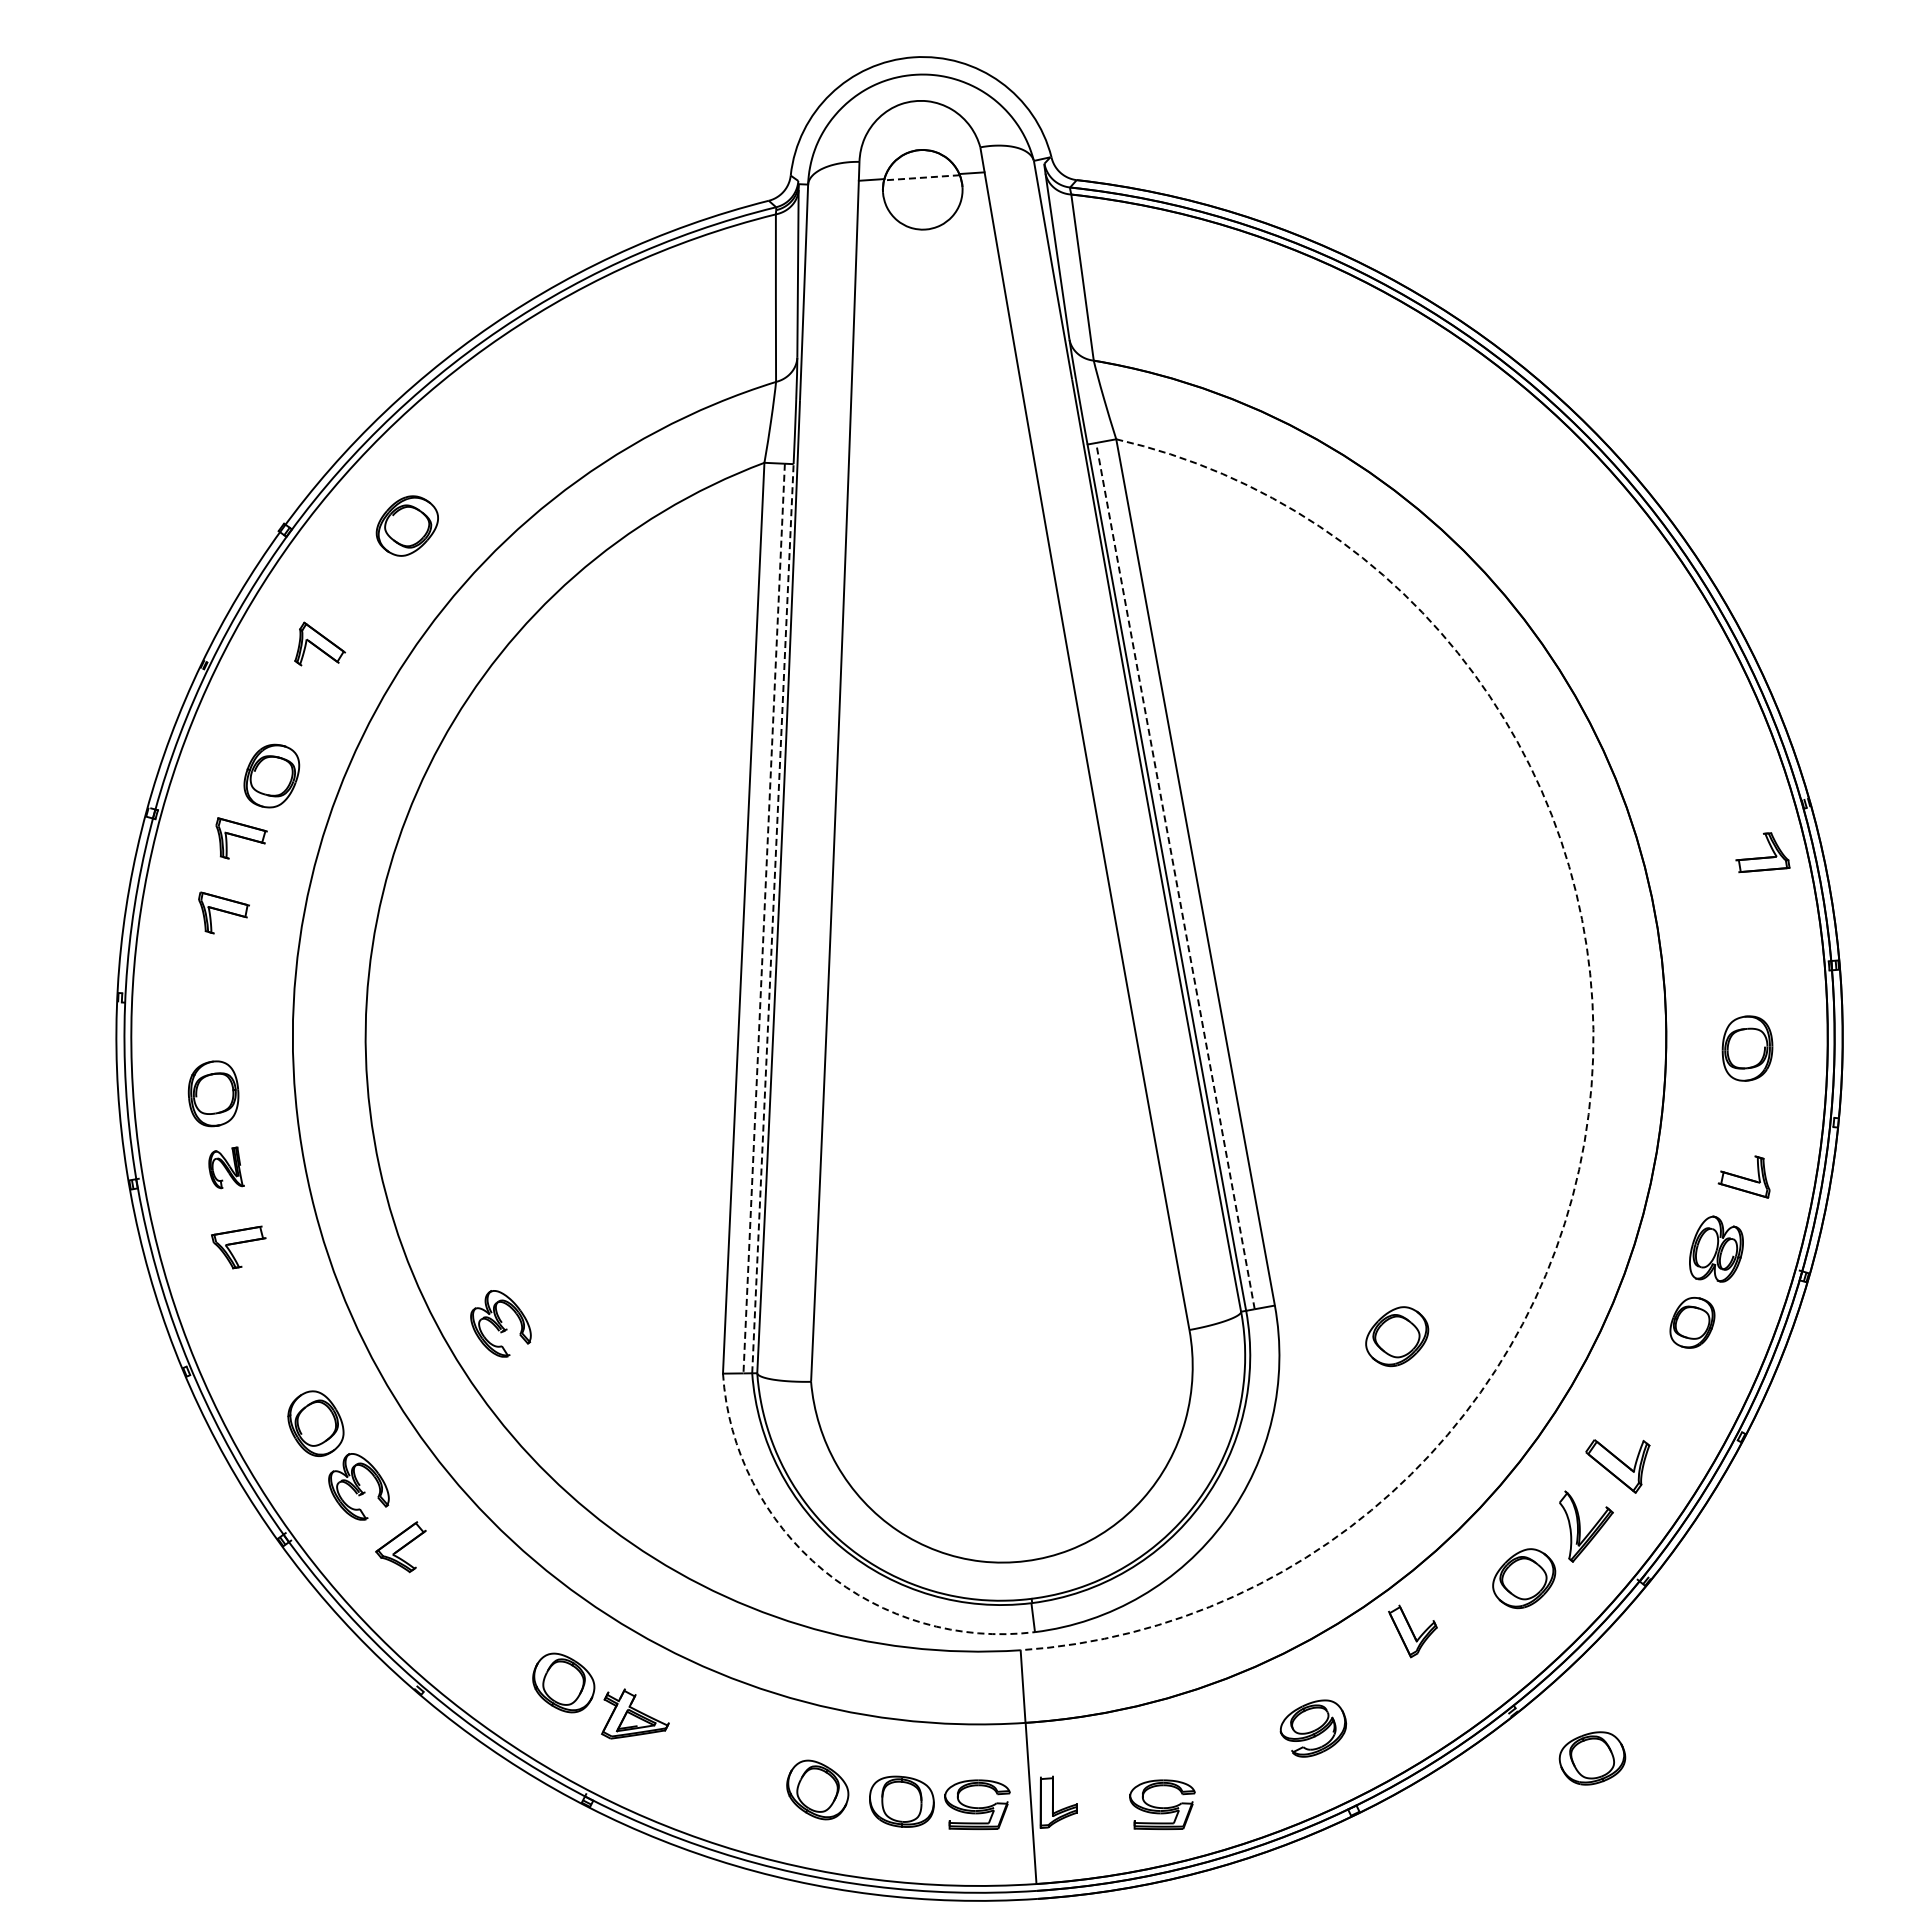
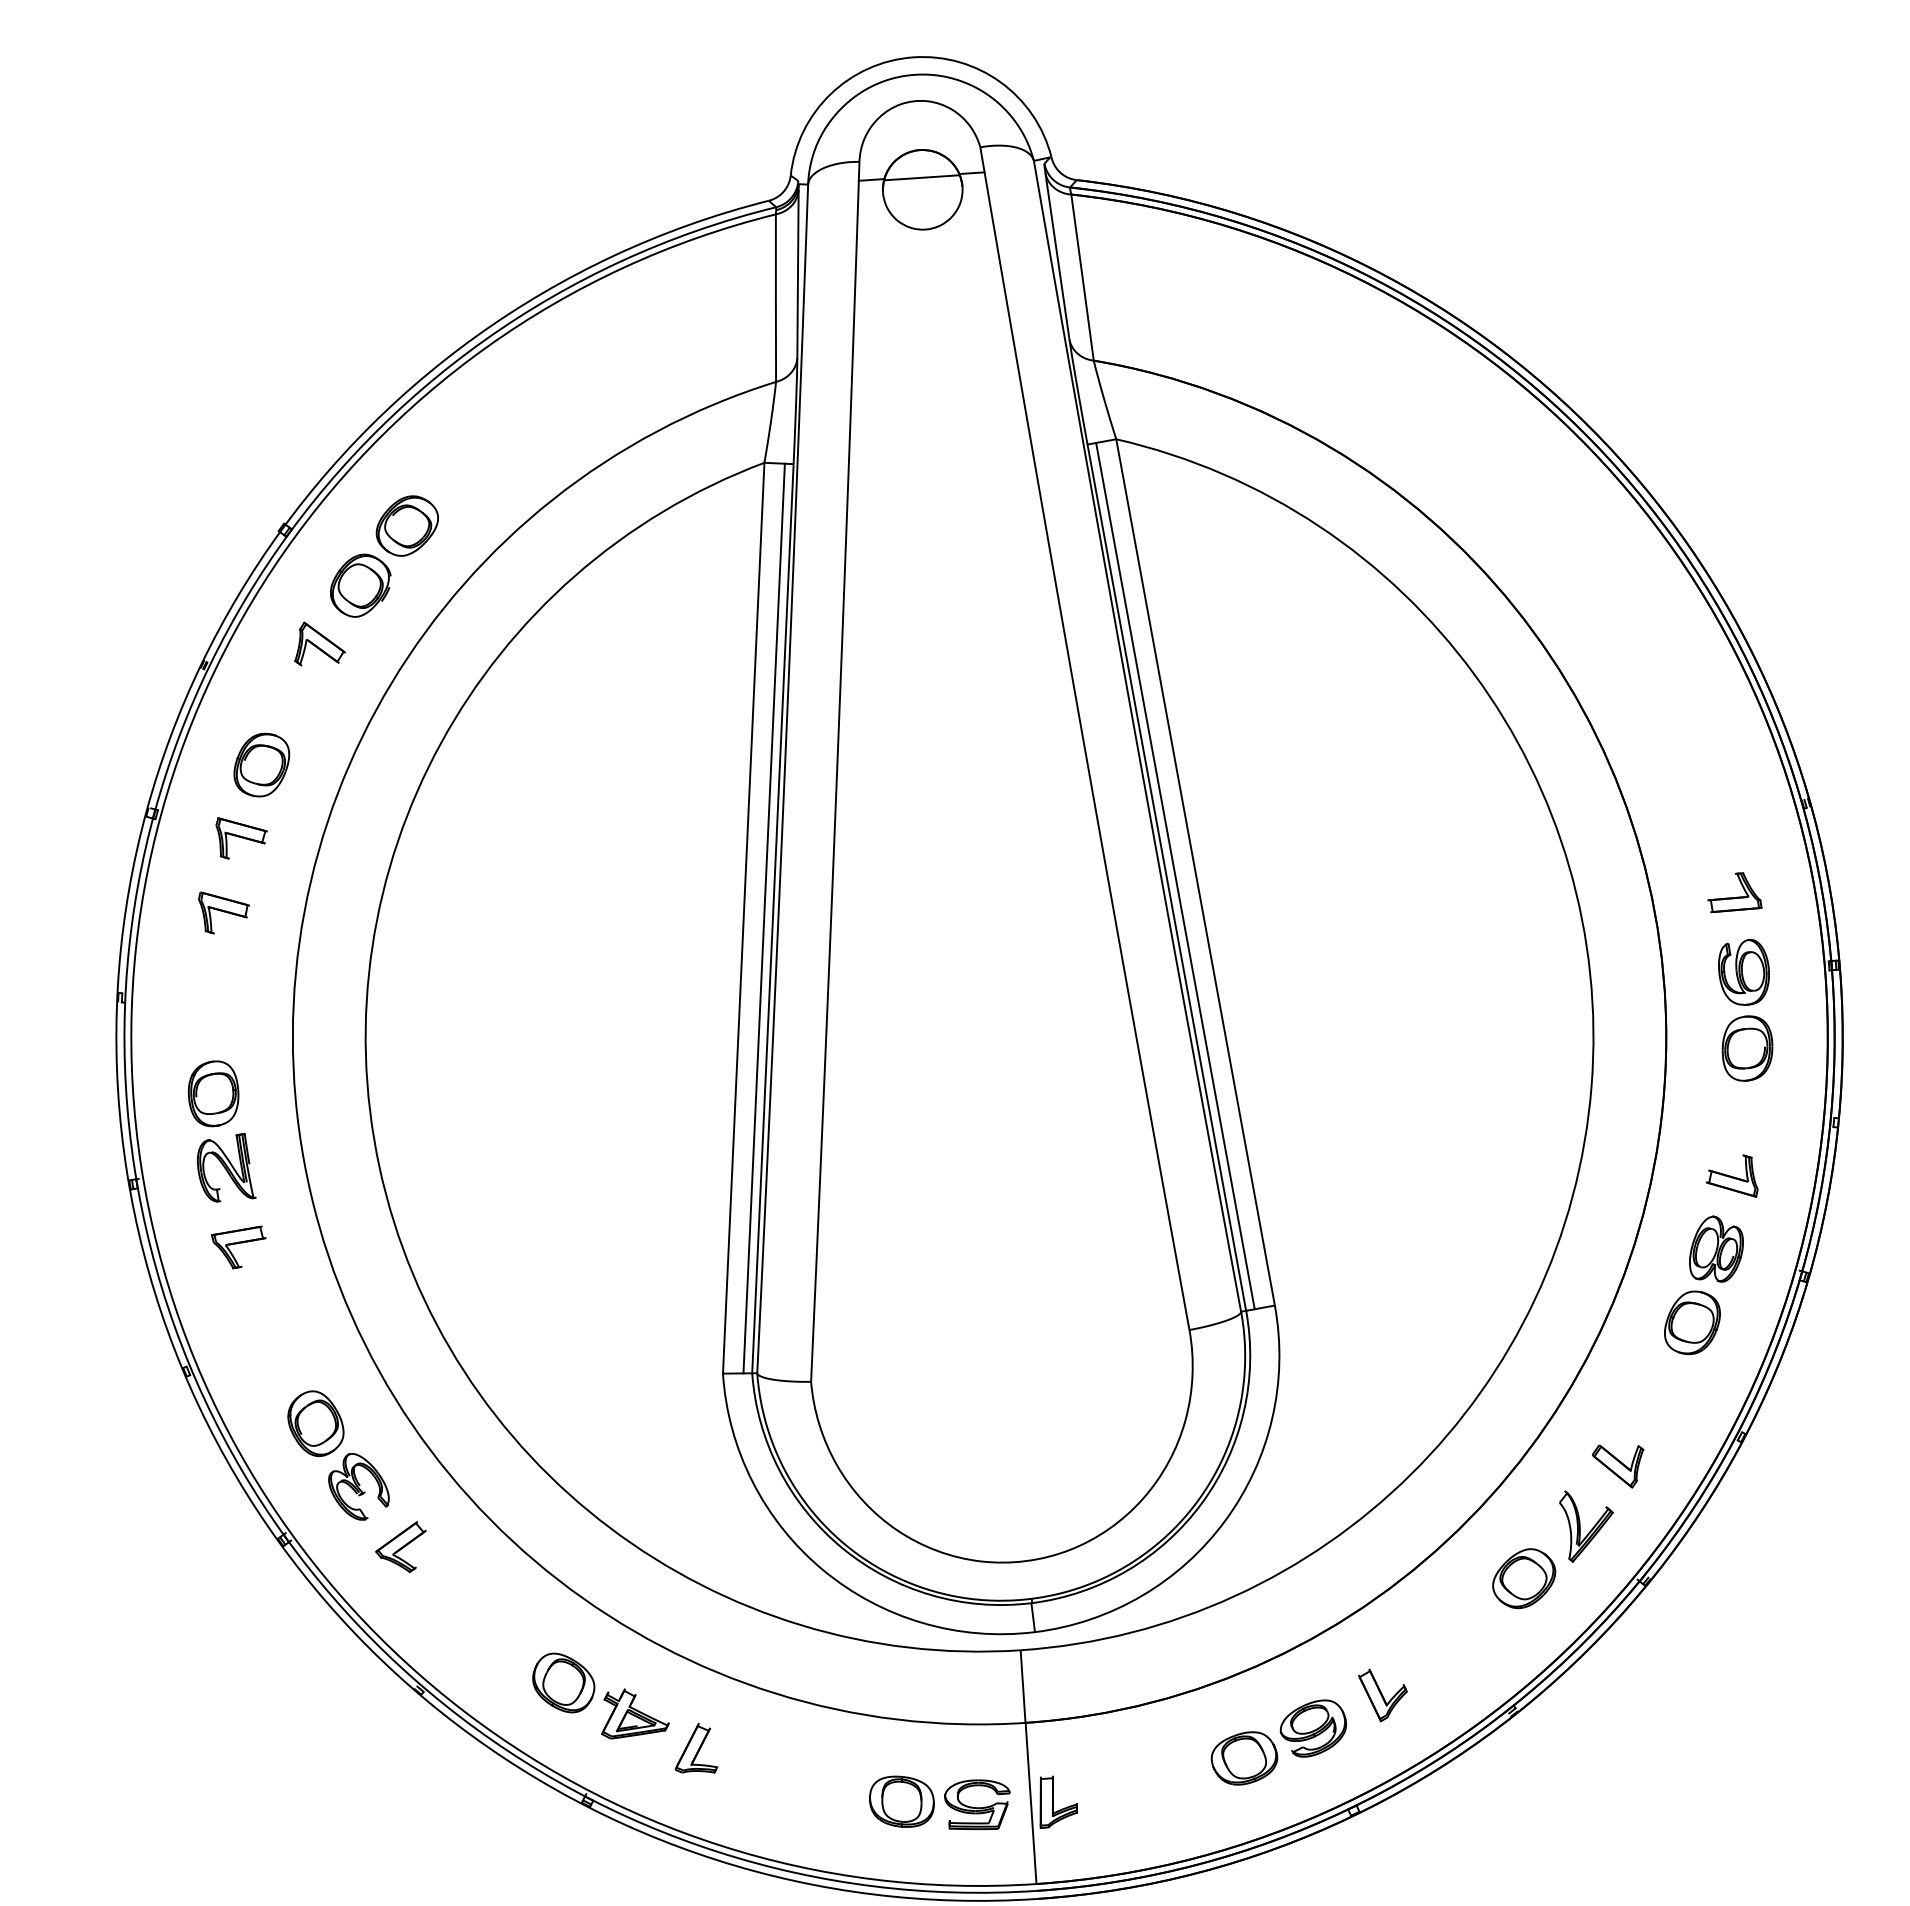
line at (921, 177): dashed -> solid
part at (360, 585): none -> present
part at (271, 775) position: (271, 775) -> (261, 764)
part at (1762, 852) position: (1762, 852) -> (1734, 892)
line at (1175, 875): dashed -> solid
line at (772, 918): dashed -> solid
line at (764, 919): dashed -> solid
part at (1743, 972): none -> present
arc at (1591, 1086): dashed -> solid
part at (226, 1167) size: 37x44 px -> 61x70 px
part at (1743, 1176) position: (1743, 1176) -> (1731, 1175)
part at (1692, 1322) size: 47x52 px -> 57x66 px
part at (500, 1323): present -> none
part at (1397, 1336): present -> none
part at (1617, 1466) size: 66x55 px -> 53x45 px
arc at (823, 1570): dashed -> solid
part at (1412, 1631) position: (1412, 1631) -> (1382, 1695)
part at (696, 1747): none -> present
part at (1592, 1758) position: (1592, 1758) -> (1244, 1758)
part at (817, 1789): present -> none
part at (1162, 1804): present -> none
